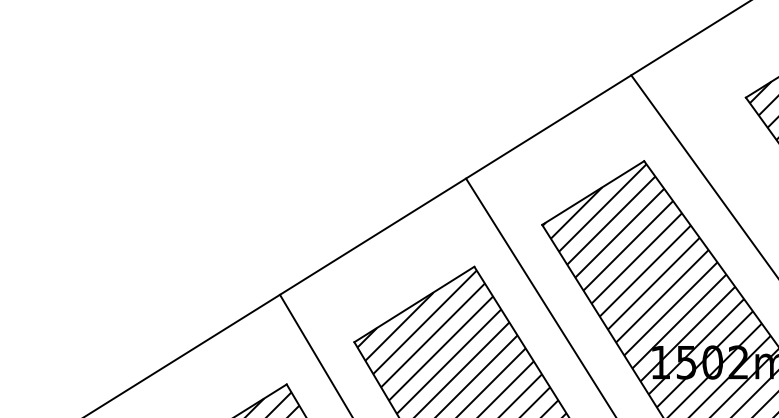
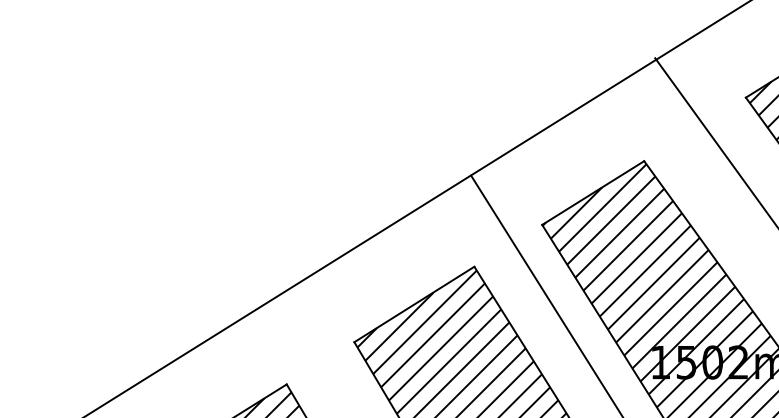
line at (703, 174) position: (703, 174) -> (715, 141)
line at (540, 296) position: (540, 296) -> (546, 294)
line at (314, 354): present -> none
